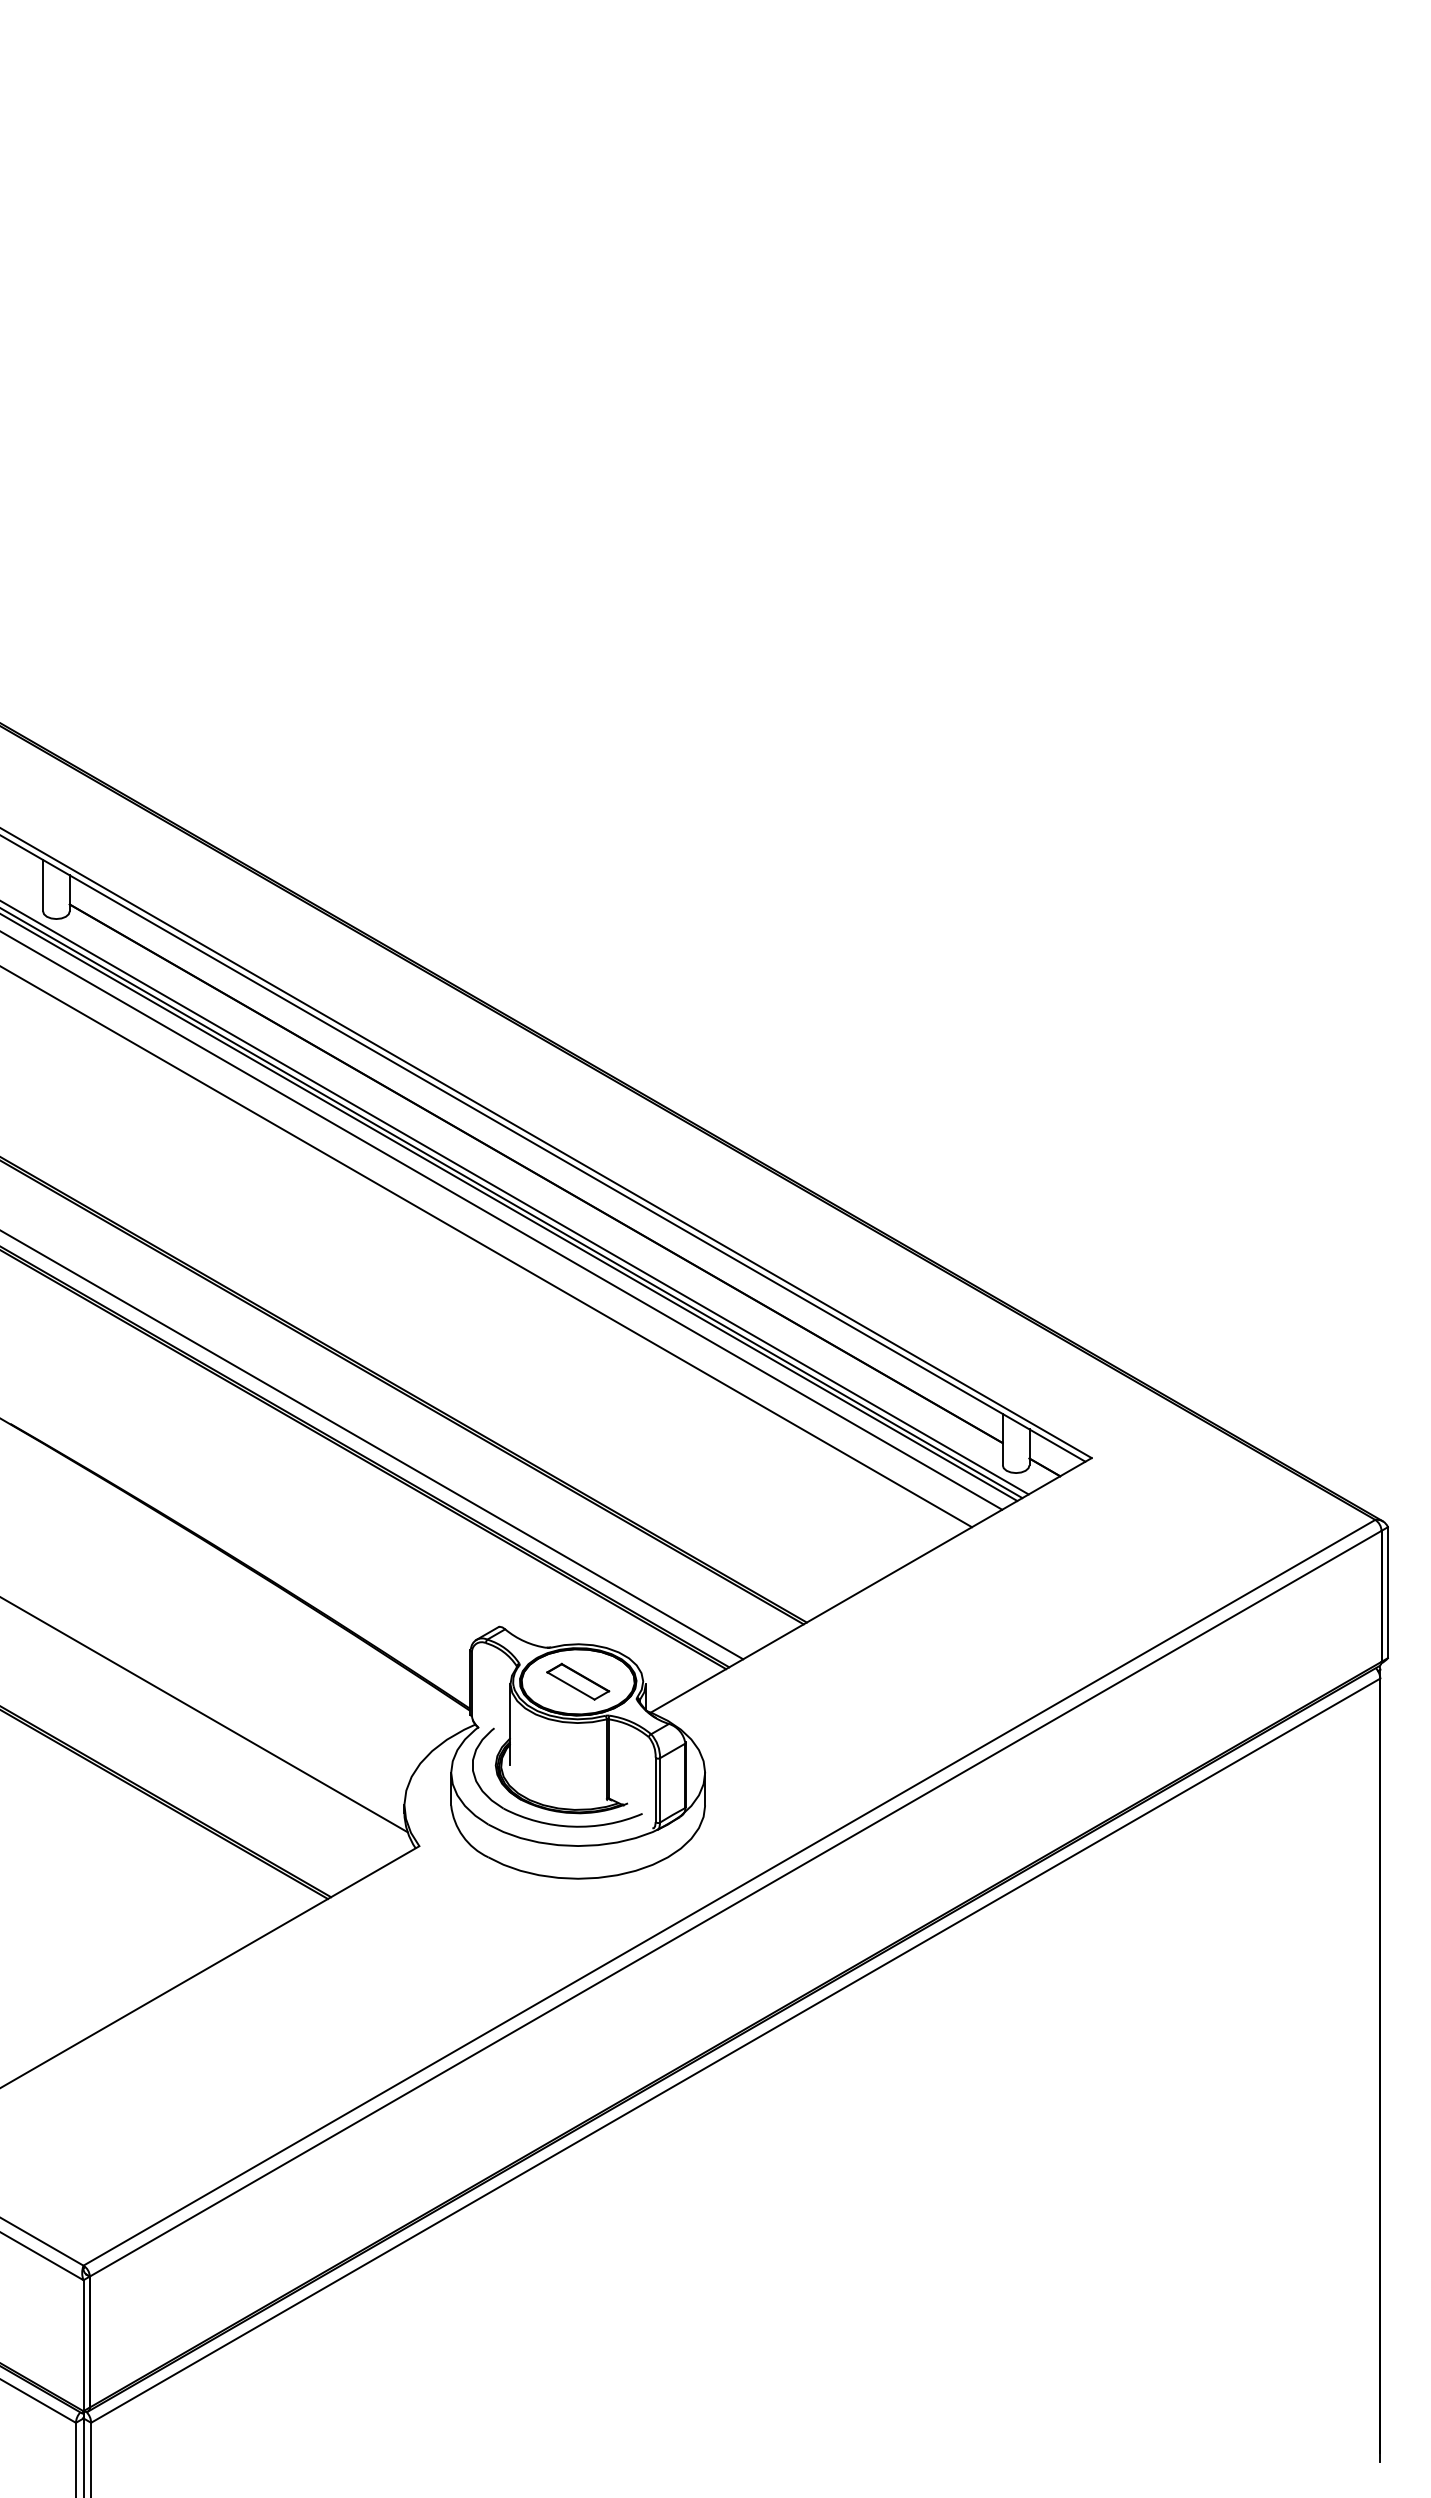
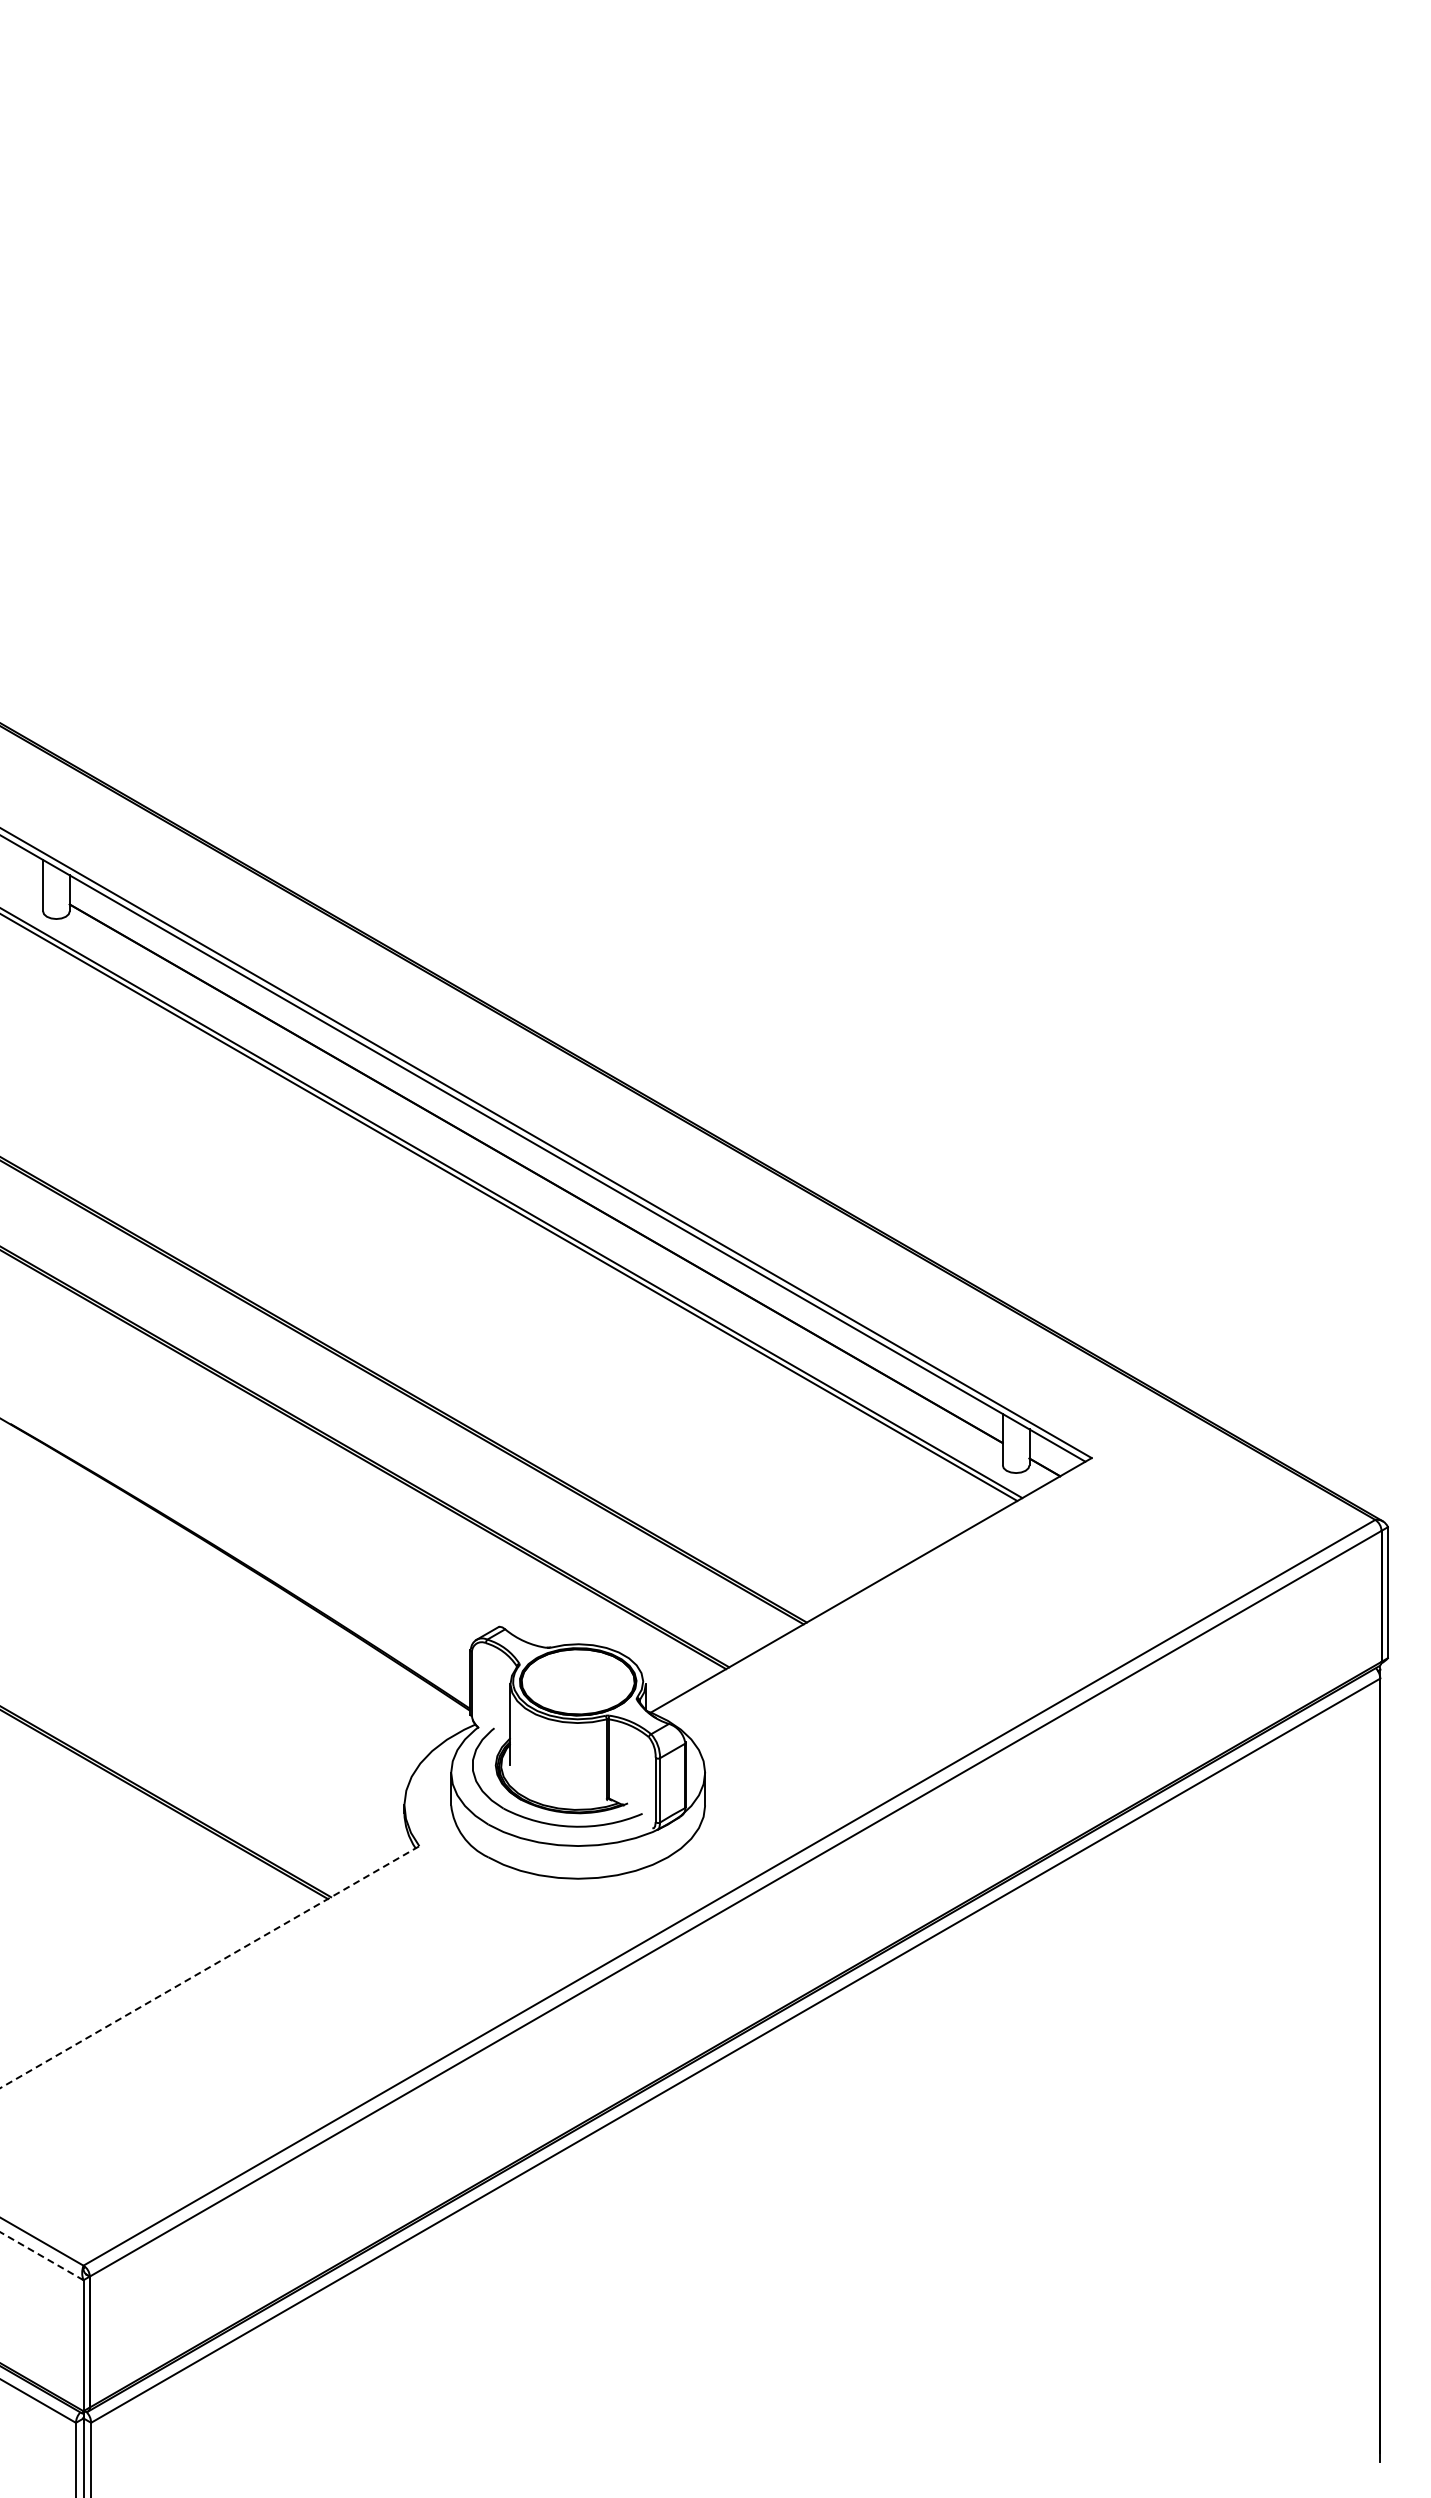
line at (515, 1197): present -> none
line at (502, 1220): present -> none
line at (487, 1247): present -> none
line at (372, 1445): present -> none
part at (578, 1681): present -> none
line at (204, 1715): present -> none
line at (210, 1967): solid -> dashed
line at (41, 2256): solid -> dashed
